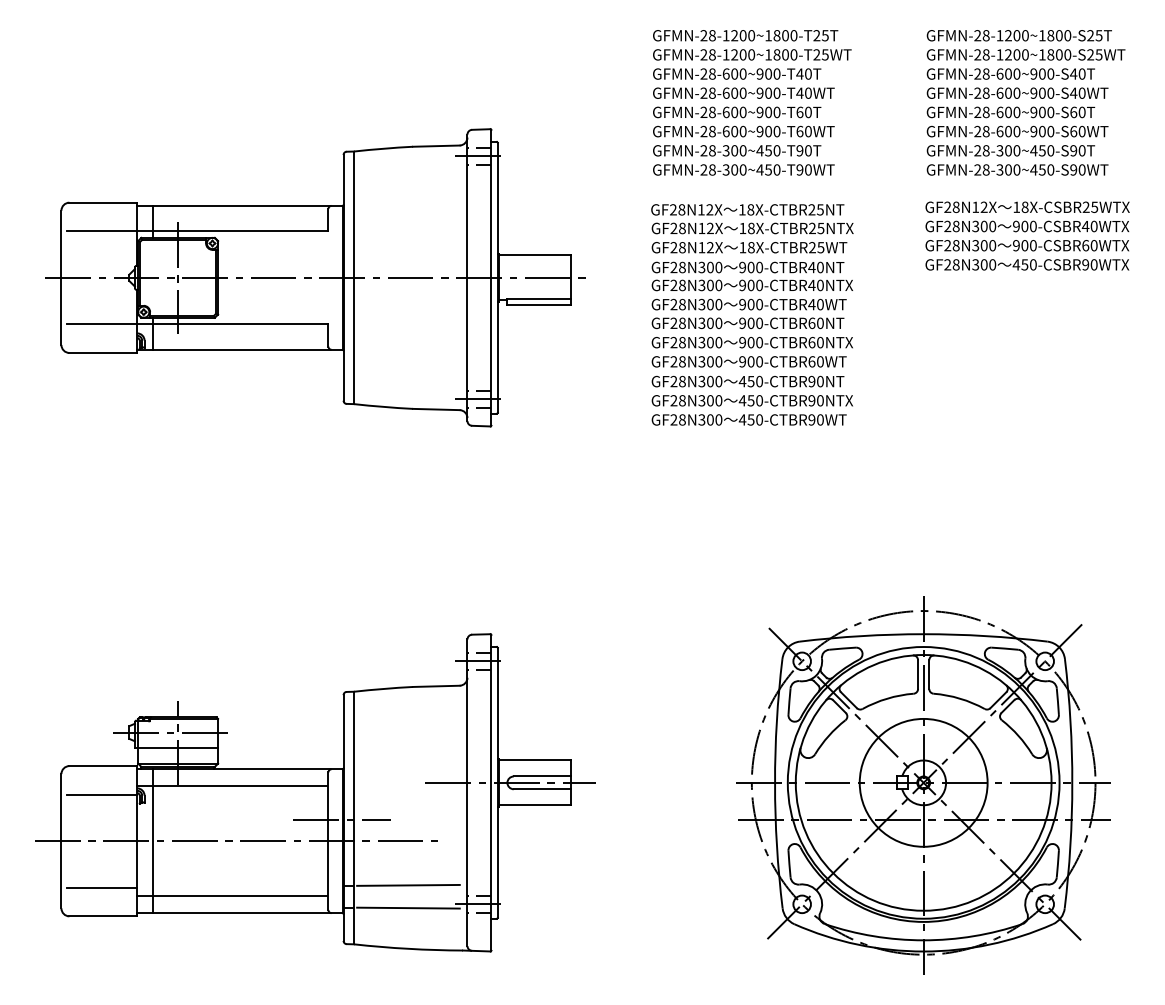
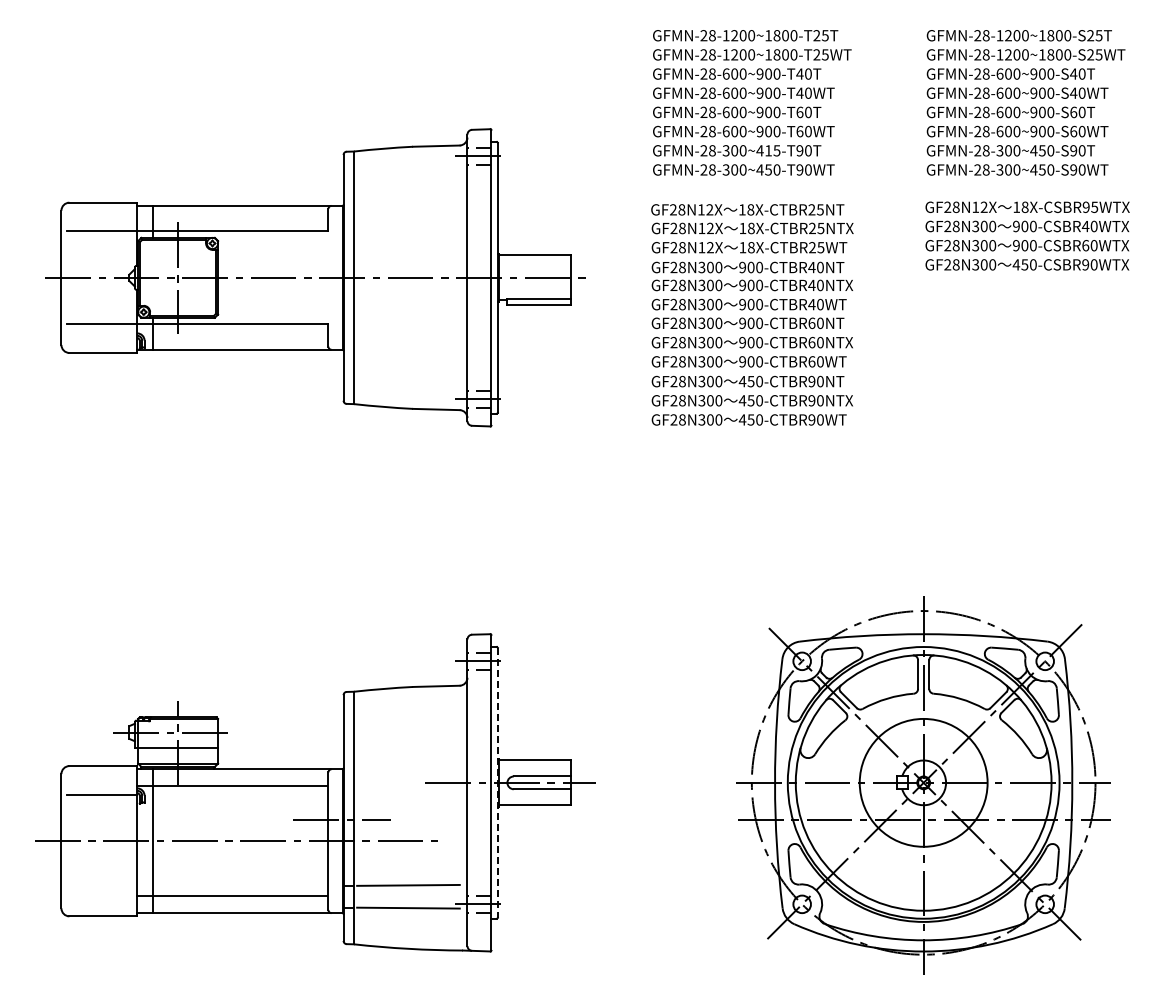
text at (772, 150): GFMN-28-300~450-T90T -> GFMN-28-300~415-T90T
text at (1085, 207): 18X-CSBR25WTX -> 18X-CSBR95WTX
line at (497, 783): solid -> dashed
line at (102, 887): present -> none
